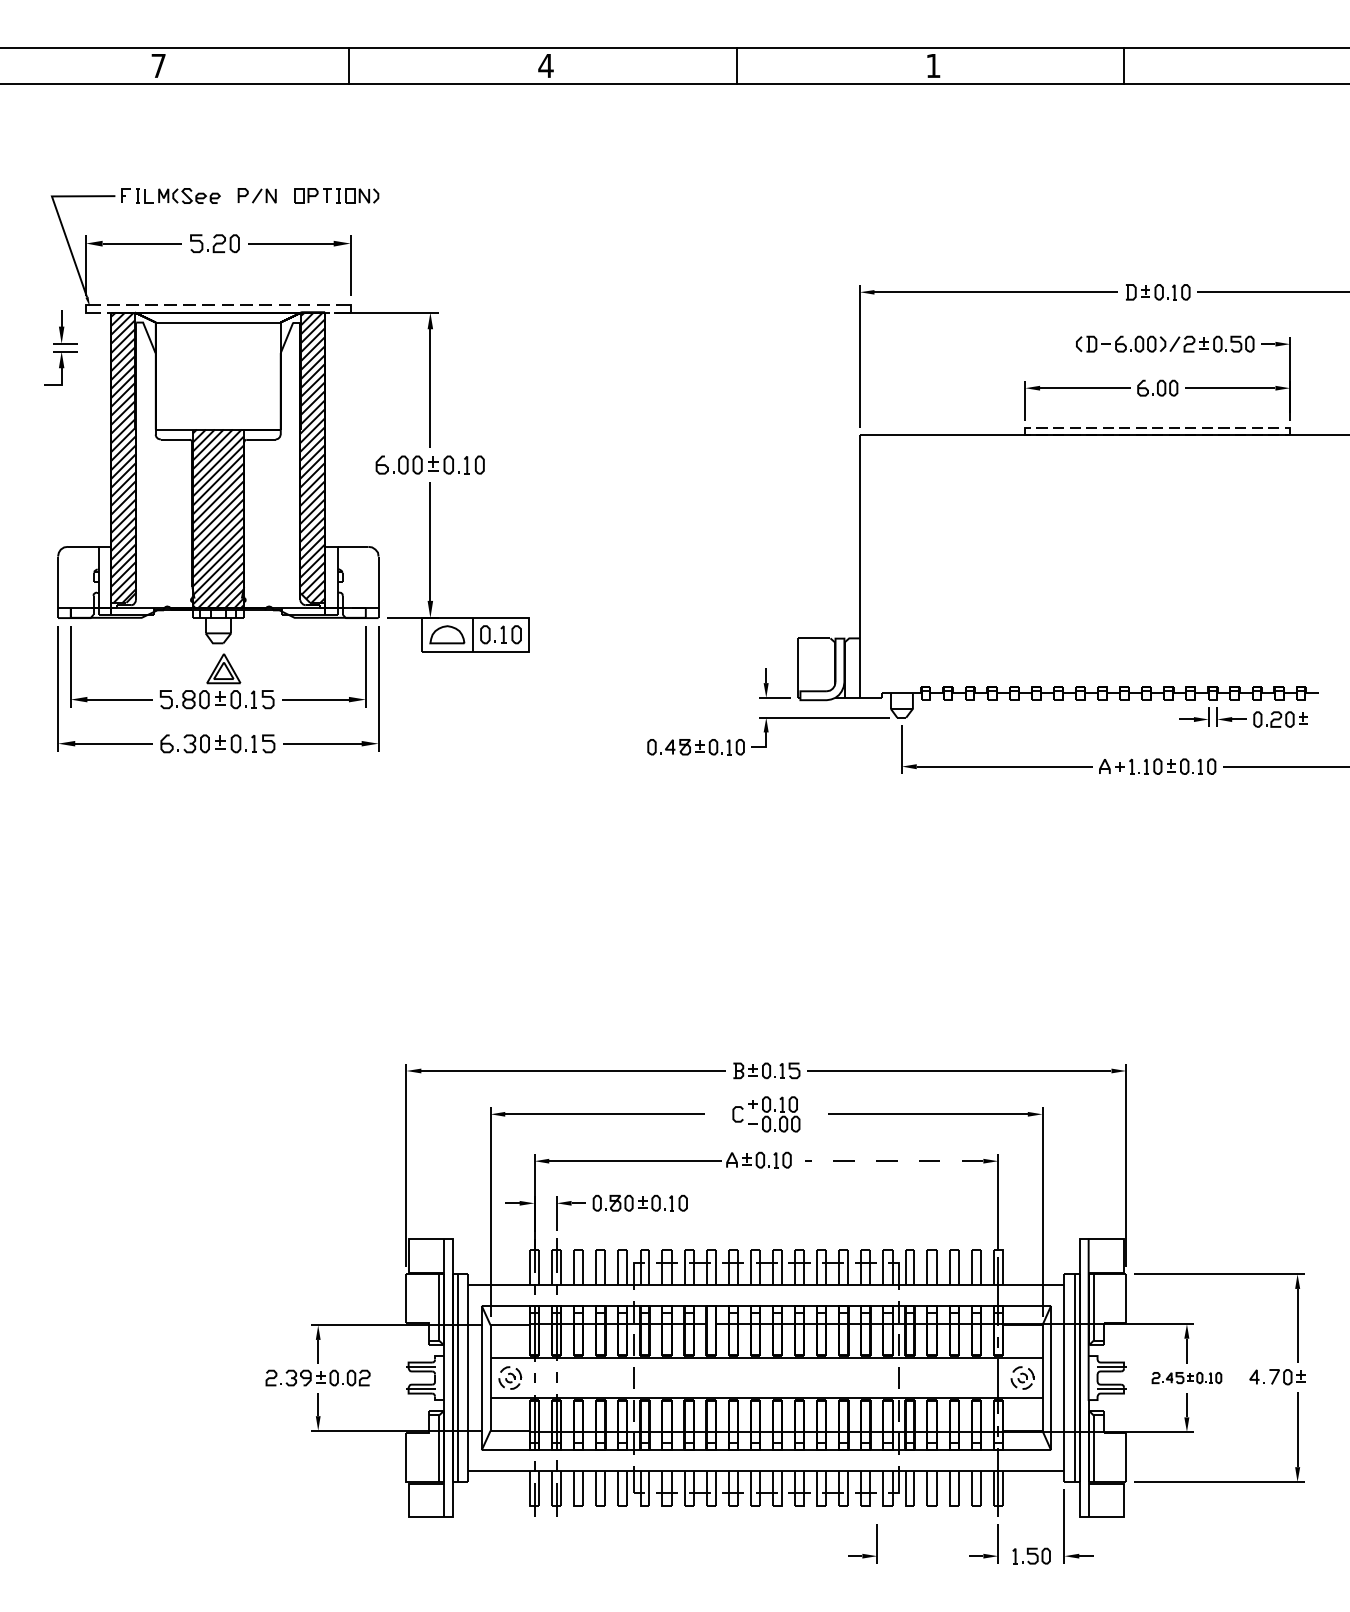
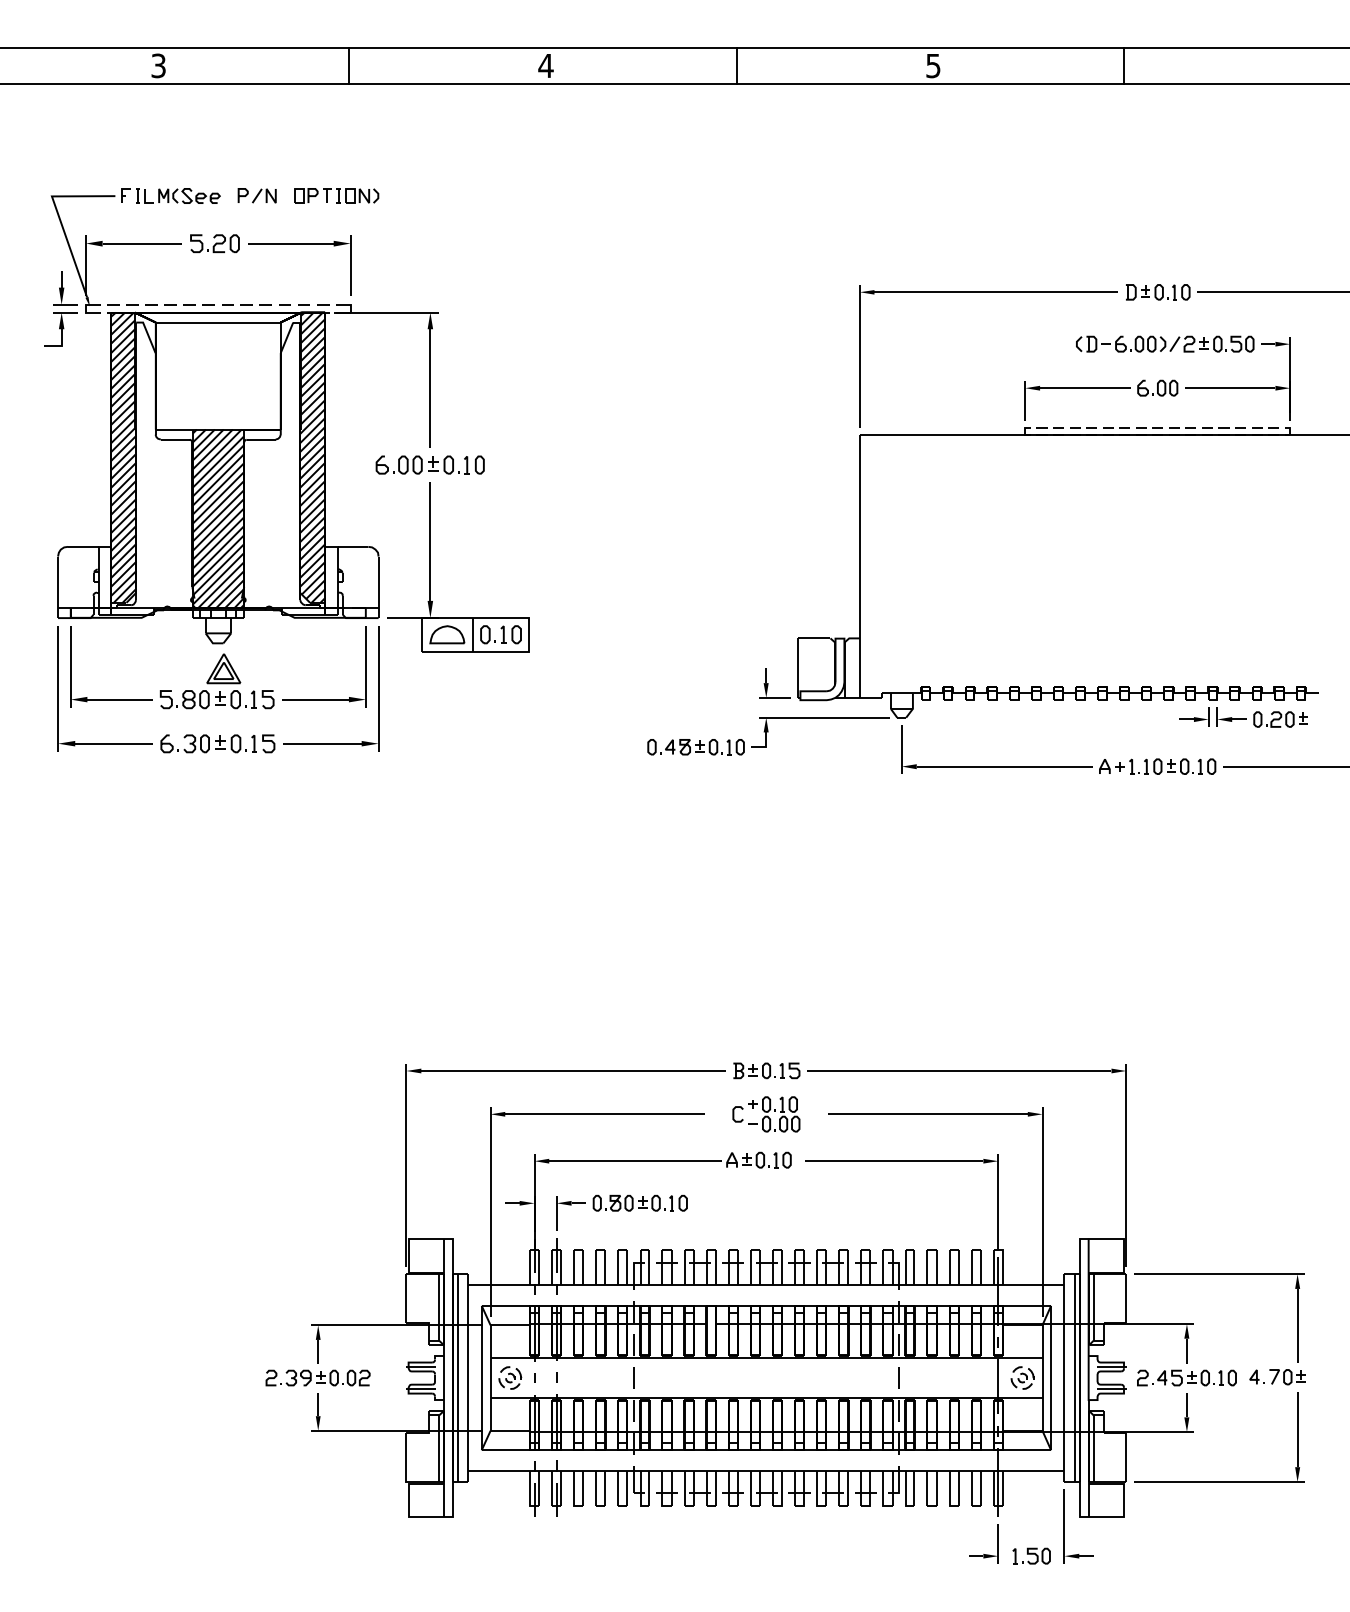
text at (158, 65): 7 -> 3
text at (933, 66): 1 -> 5
part at (60, 347) position: (60, 347) -> (60, 308)
line at (893, 1161): dashed -> solid
part at (1186, 1378) size: 72x13 px -> 100x18 px
part at (862, 1554): present -> none
